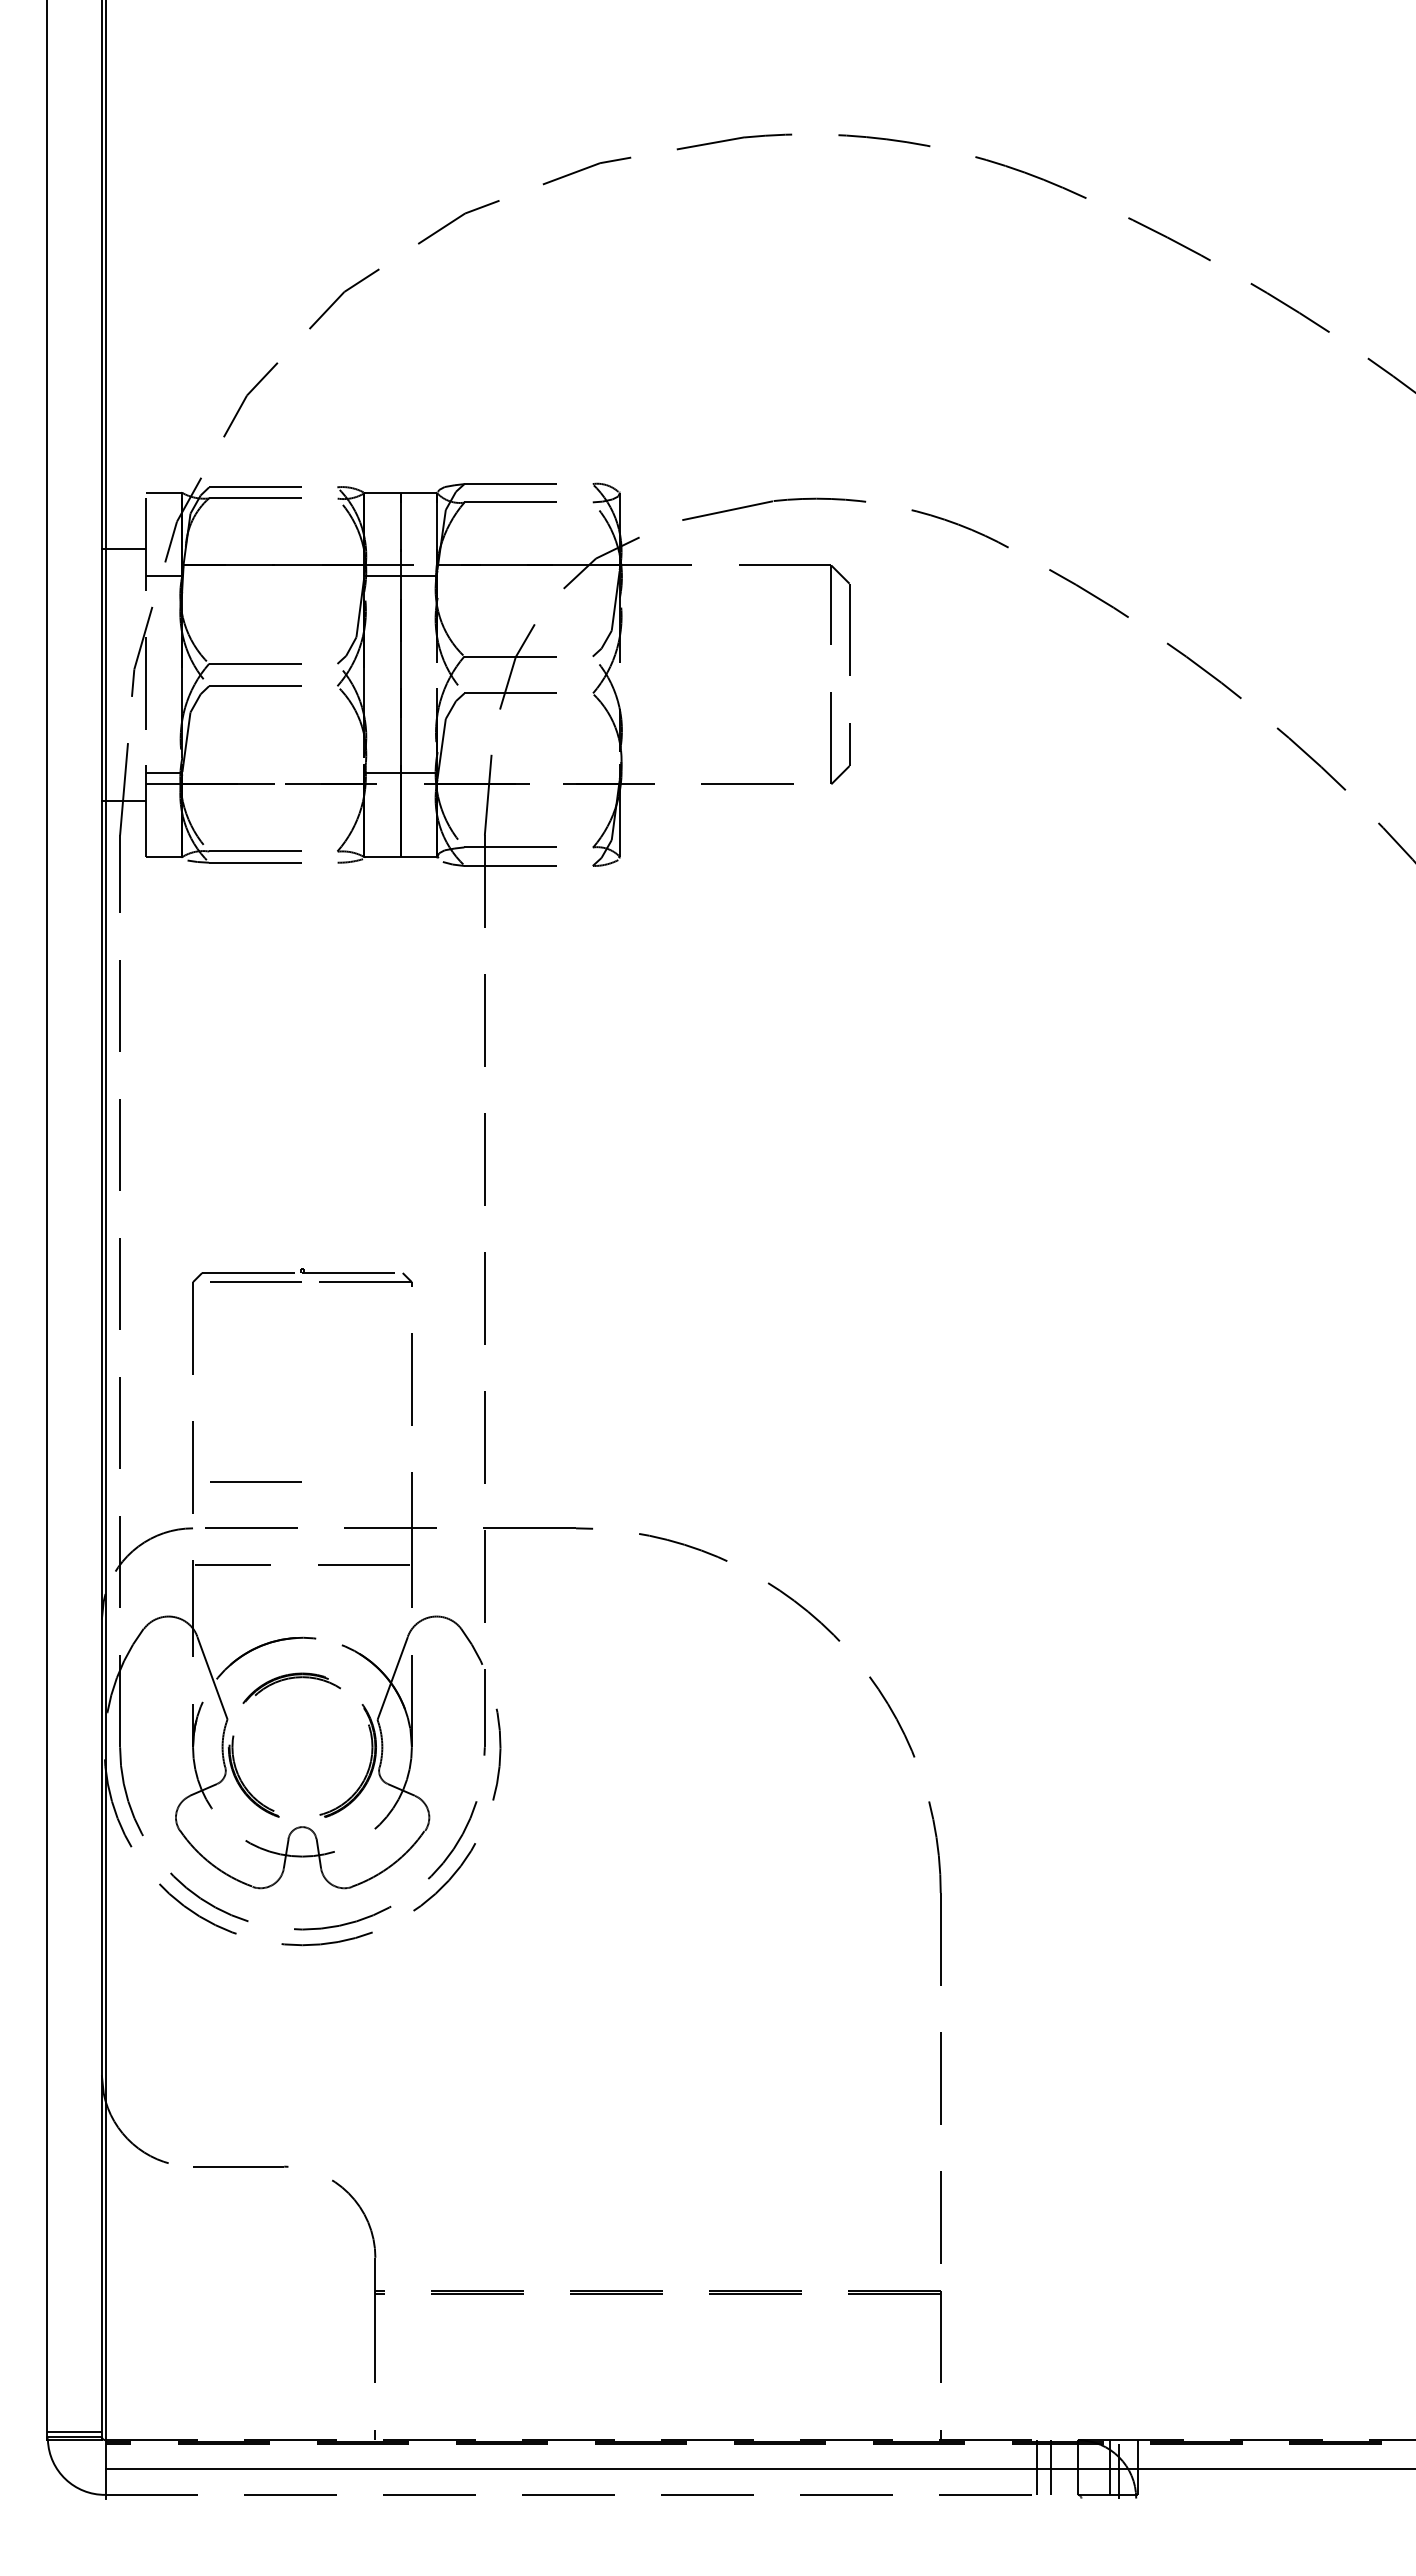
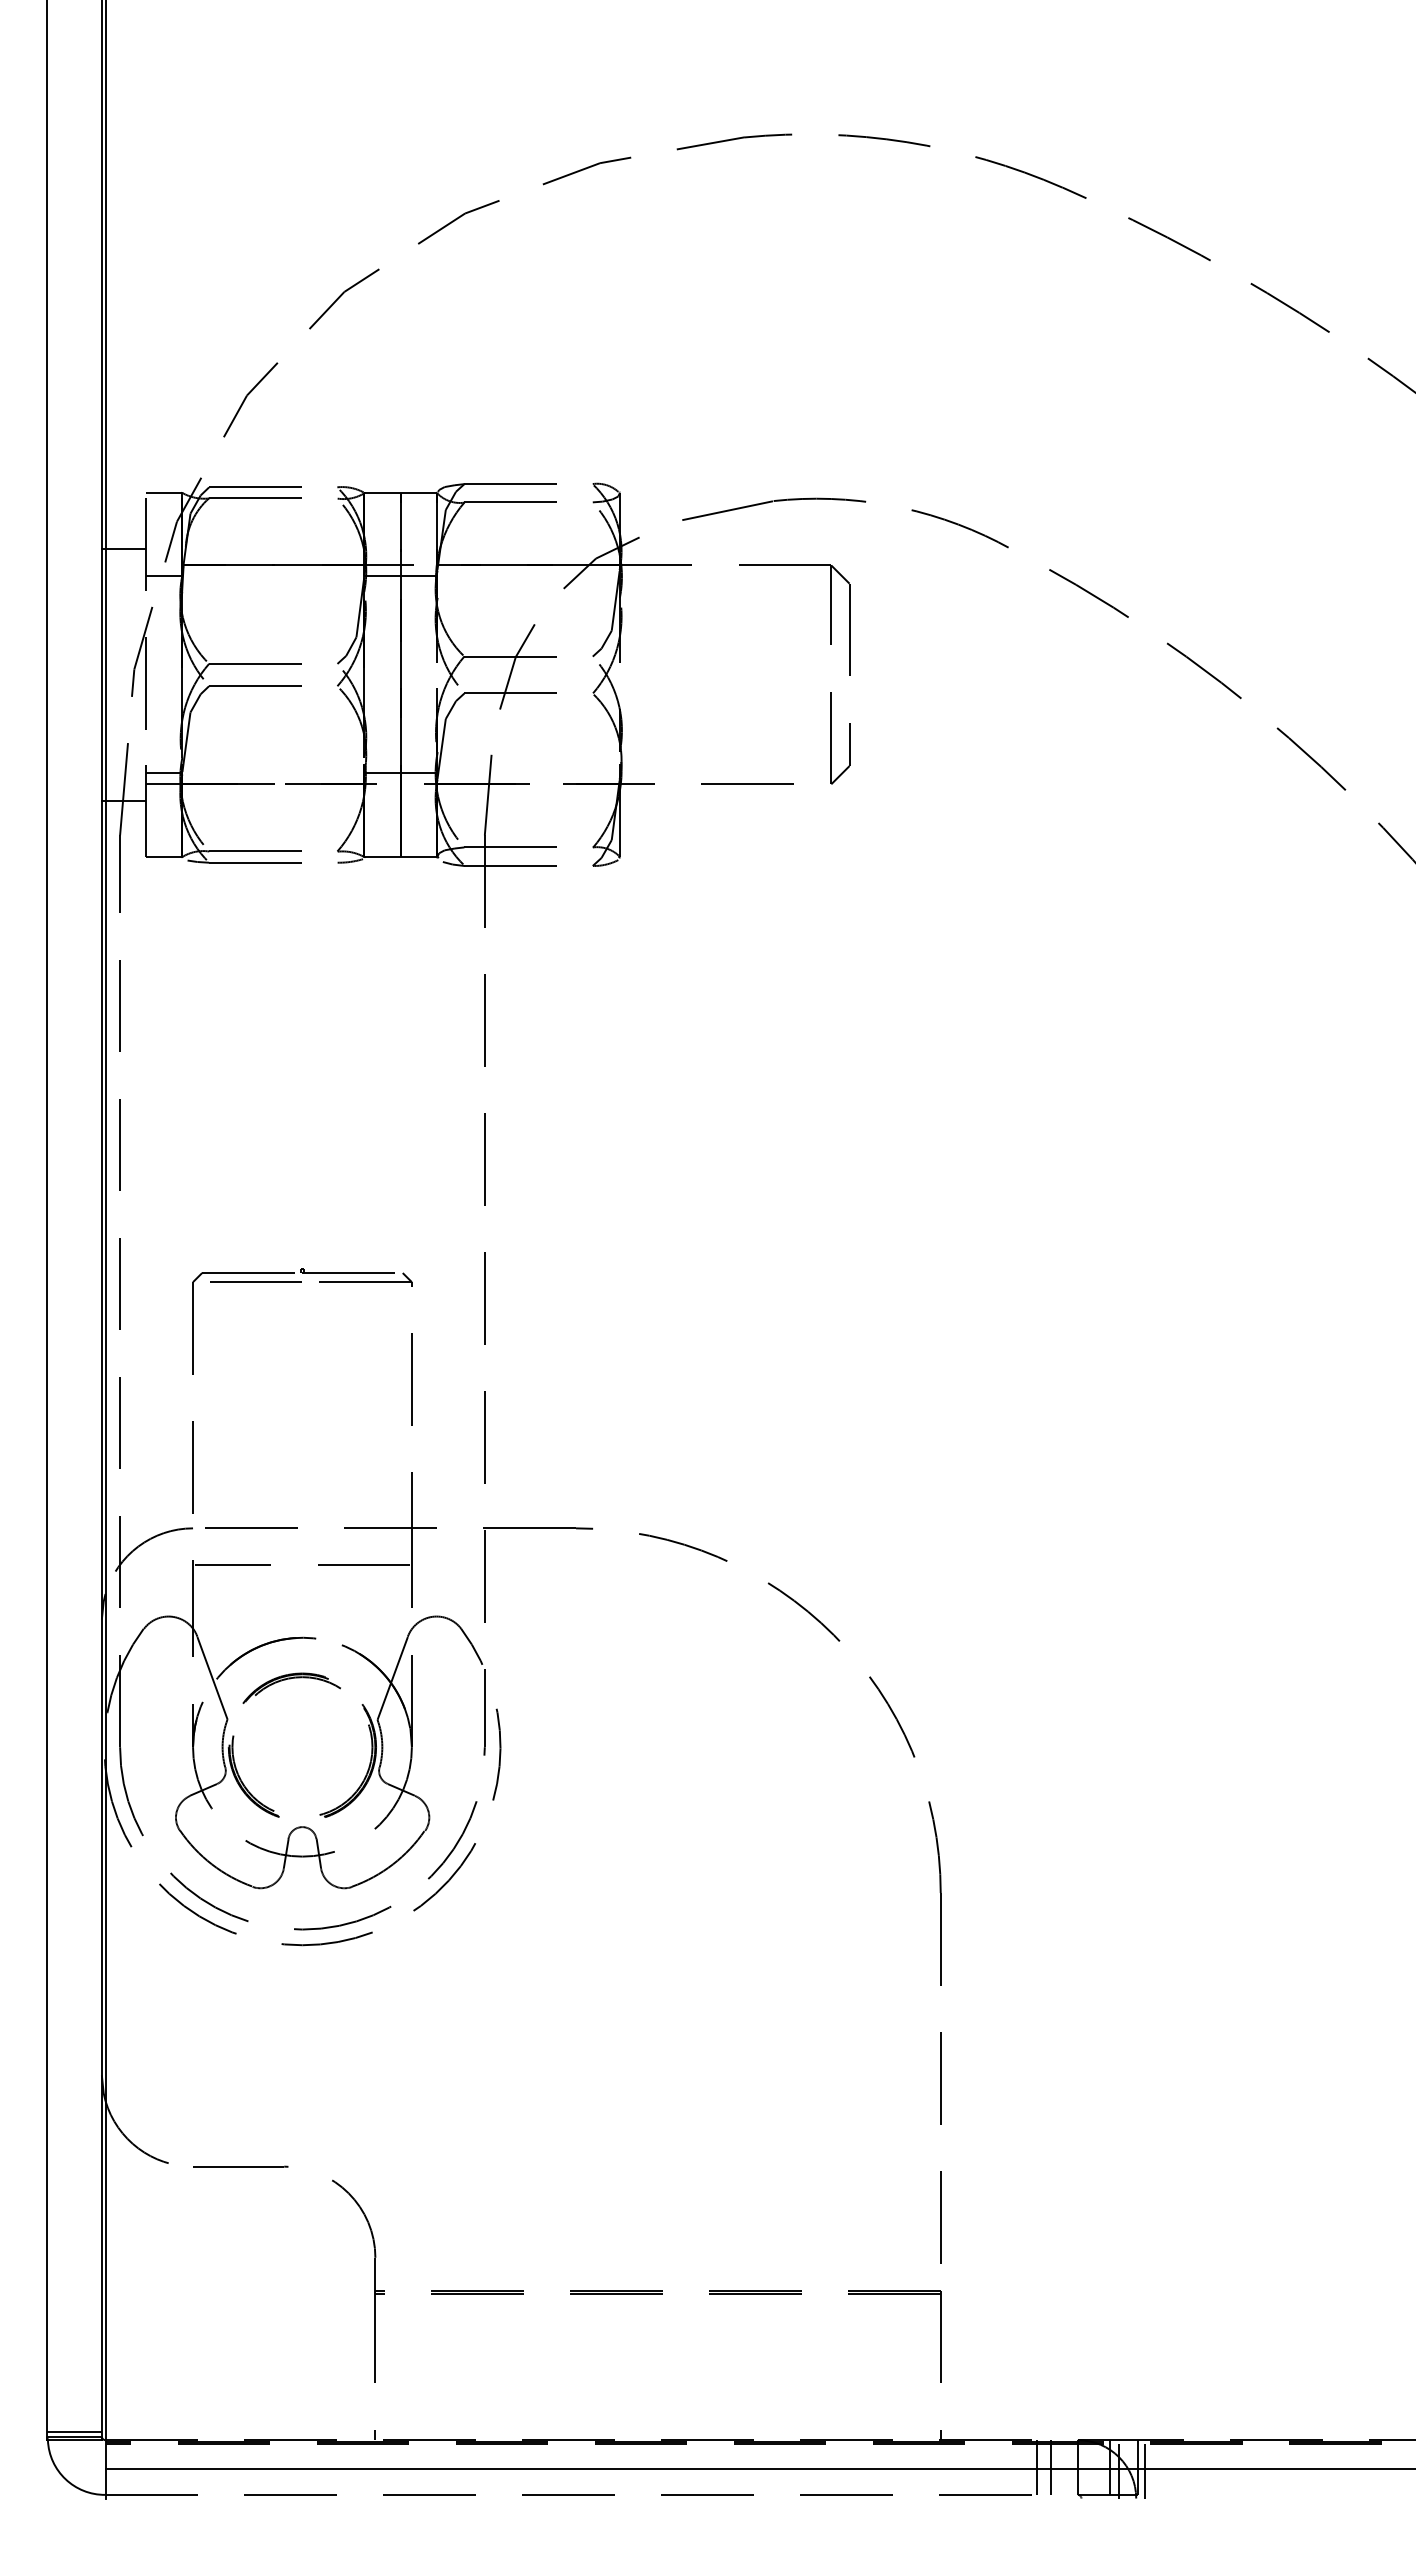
line at (255, 1481): present -> none
line at (1144, 2470): none -> present
